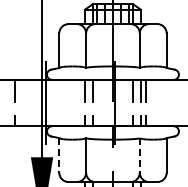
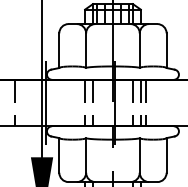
line at (59, 155): dashed -> solid
line at (139, 155): dashed -> solid
